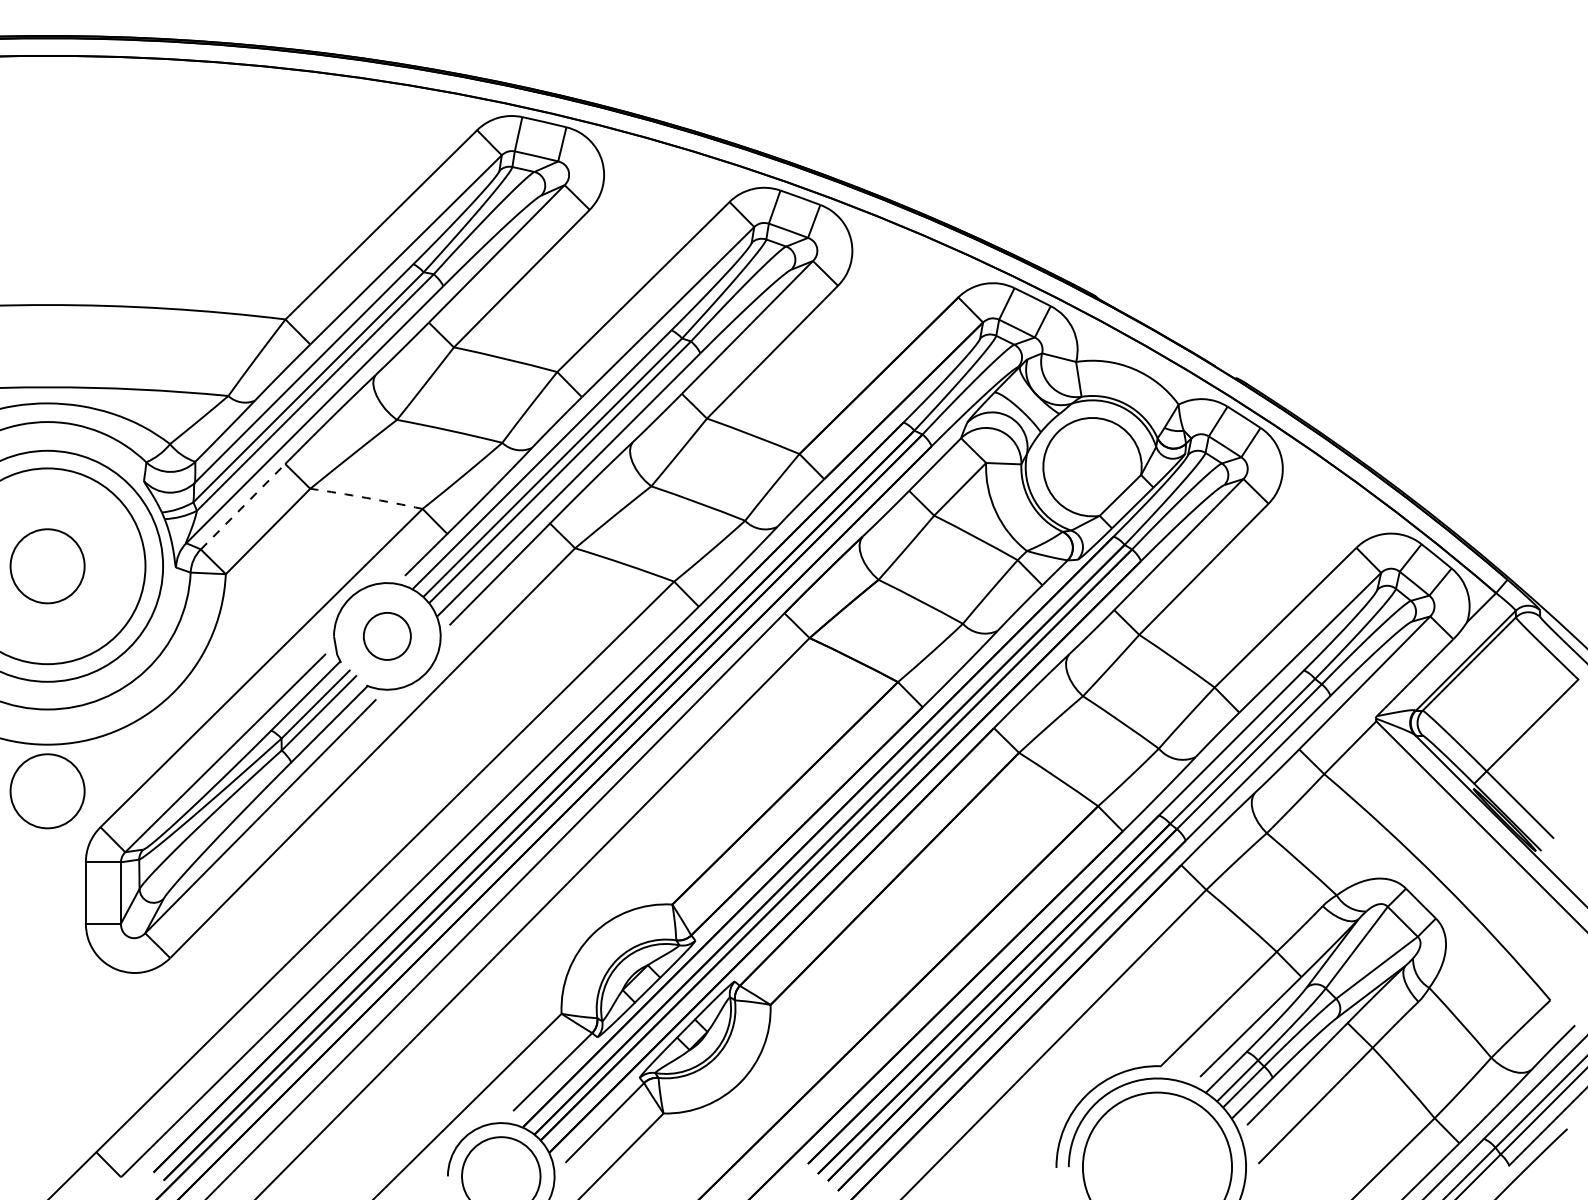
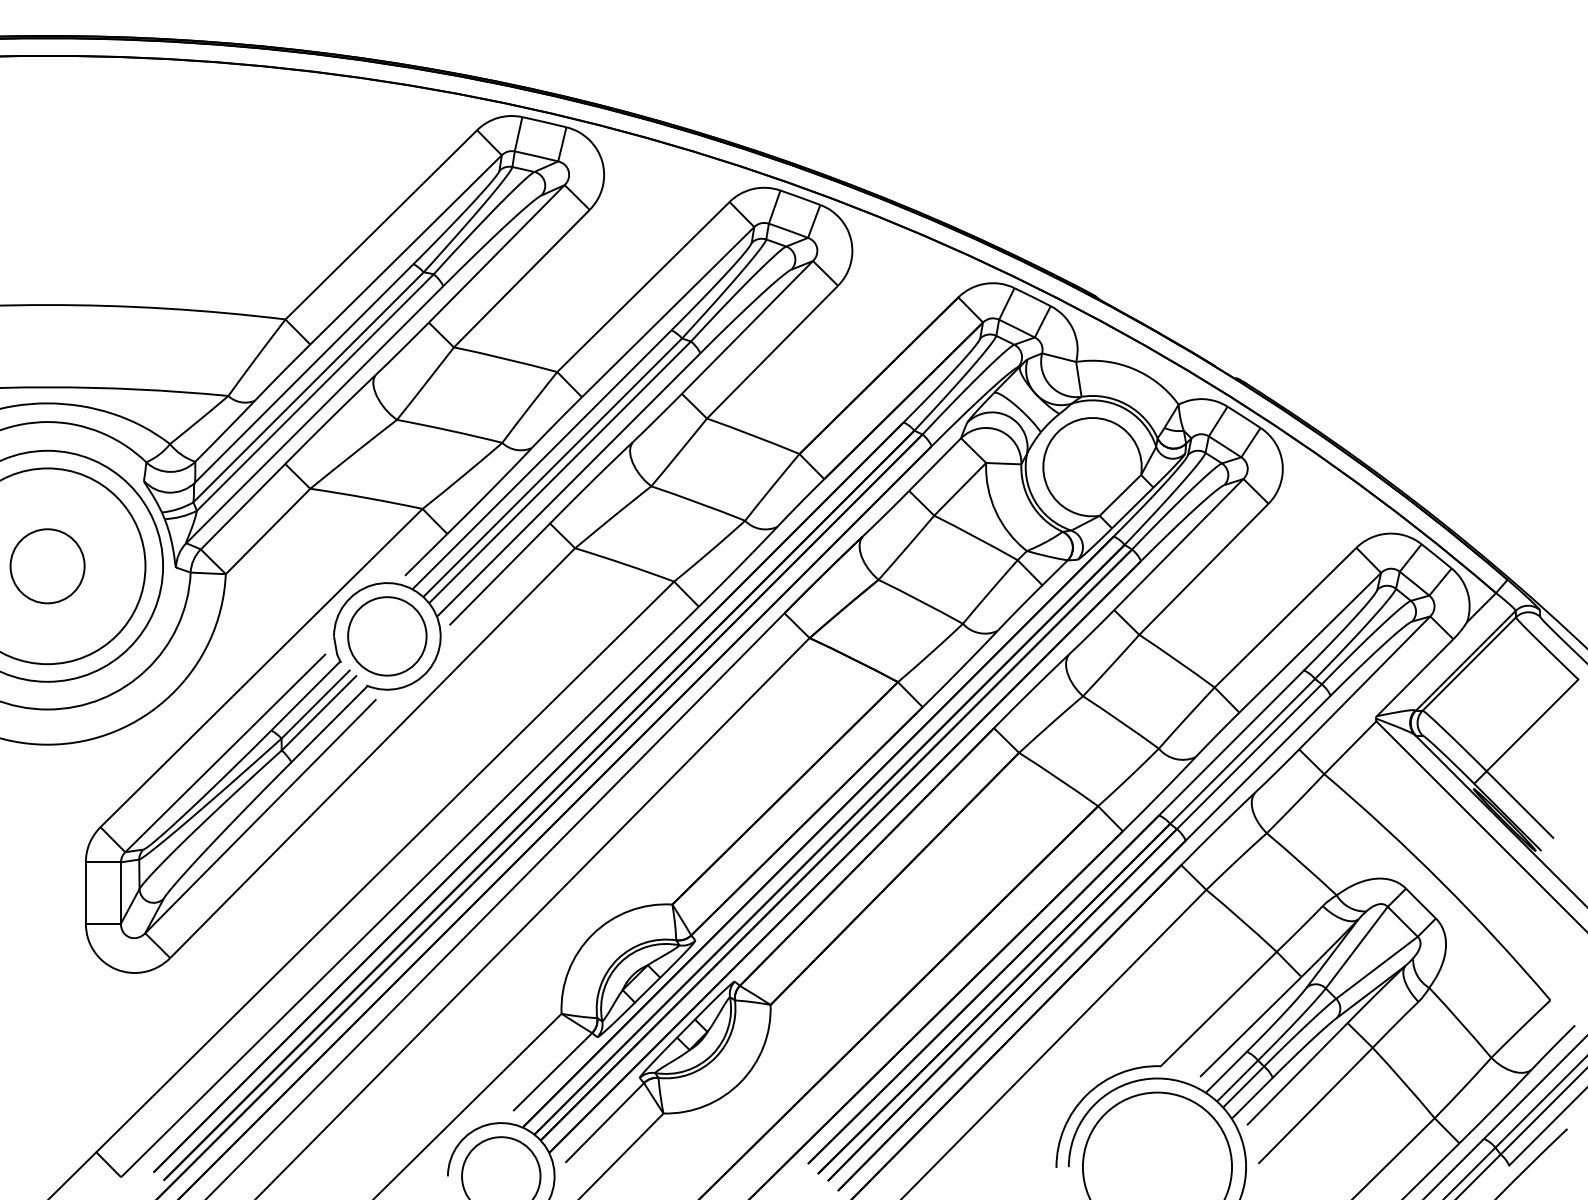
arc at (366, 497): dashed -> solid
line at (243, 506): dashed -> solid
circle at (386, 635) diameter: 47 px -> 78 px
circle at (47, 791): present -> none
